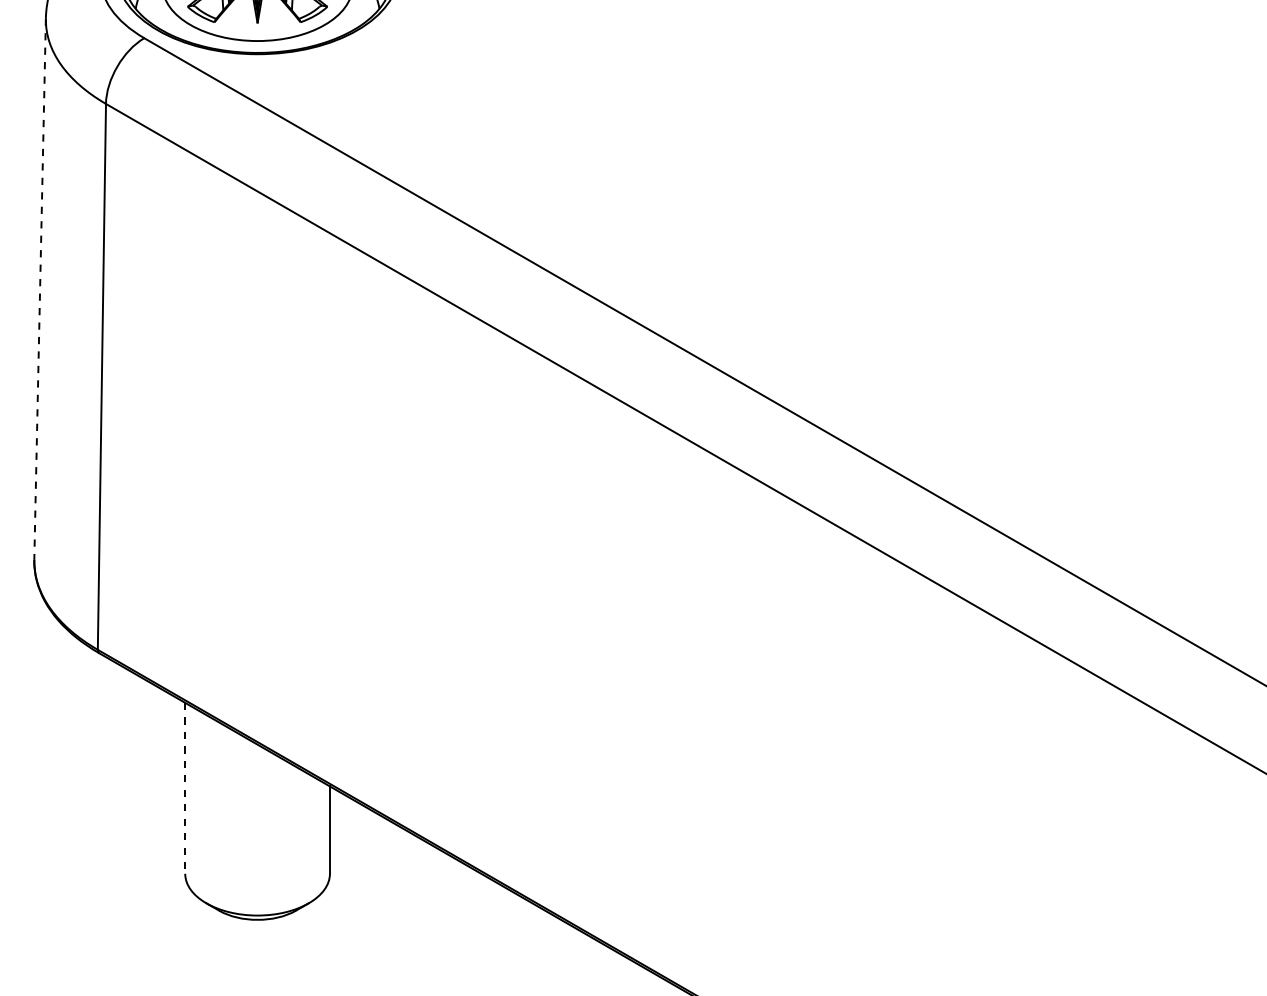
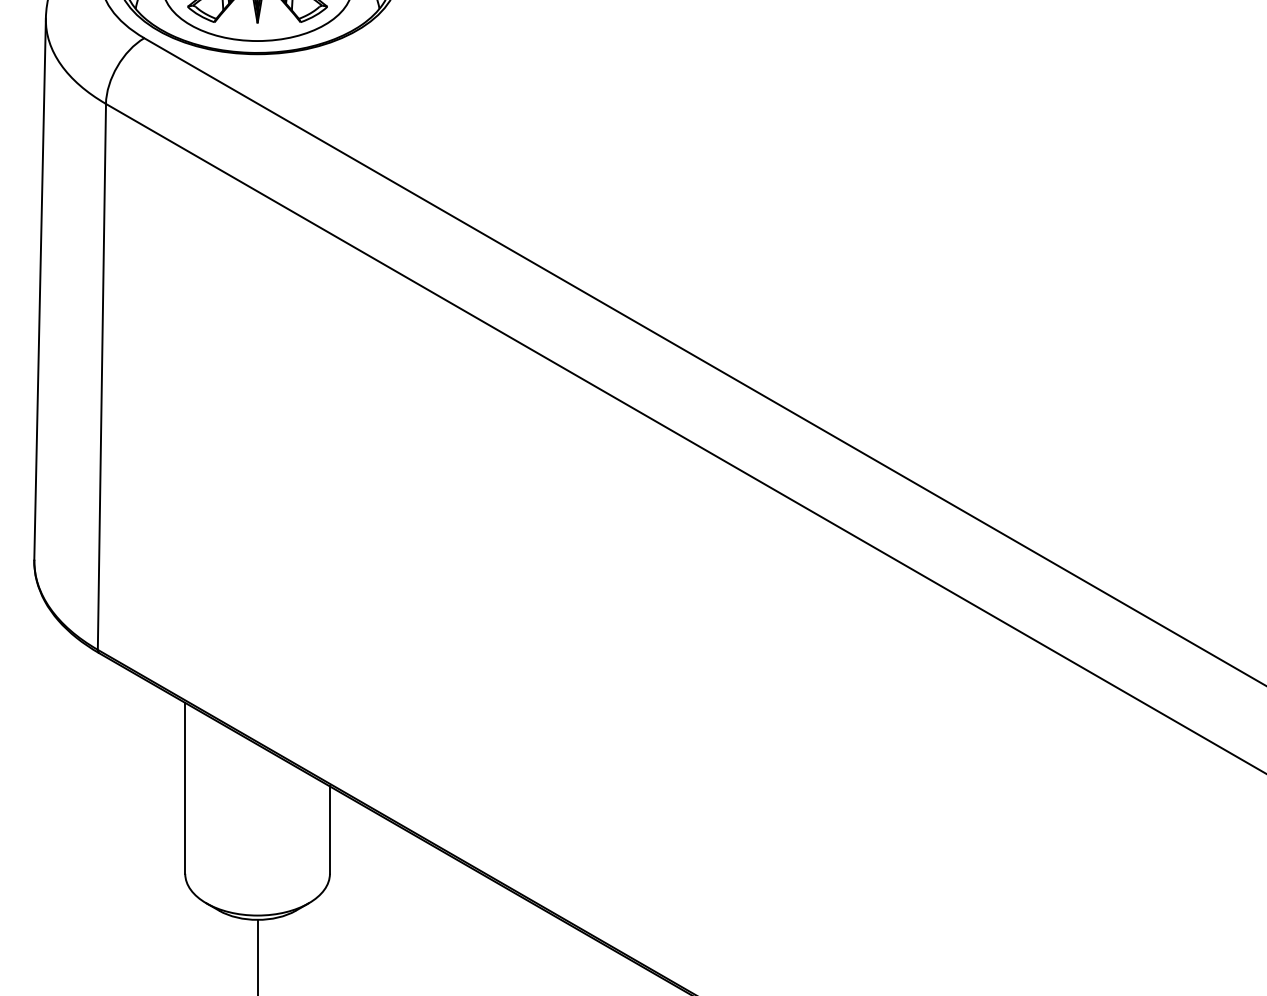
line at (40, 289): dashed -> solid
line at (185, 788): dashed -> solid
line at (257, 955): none -> present
